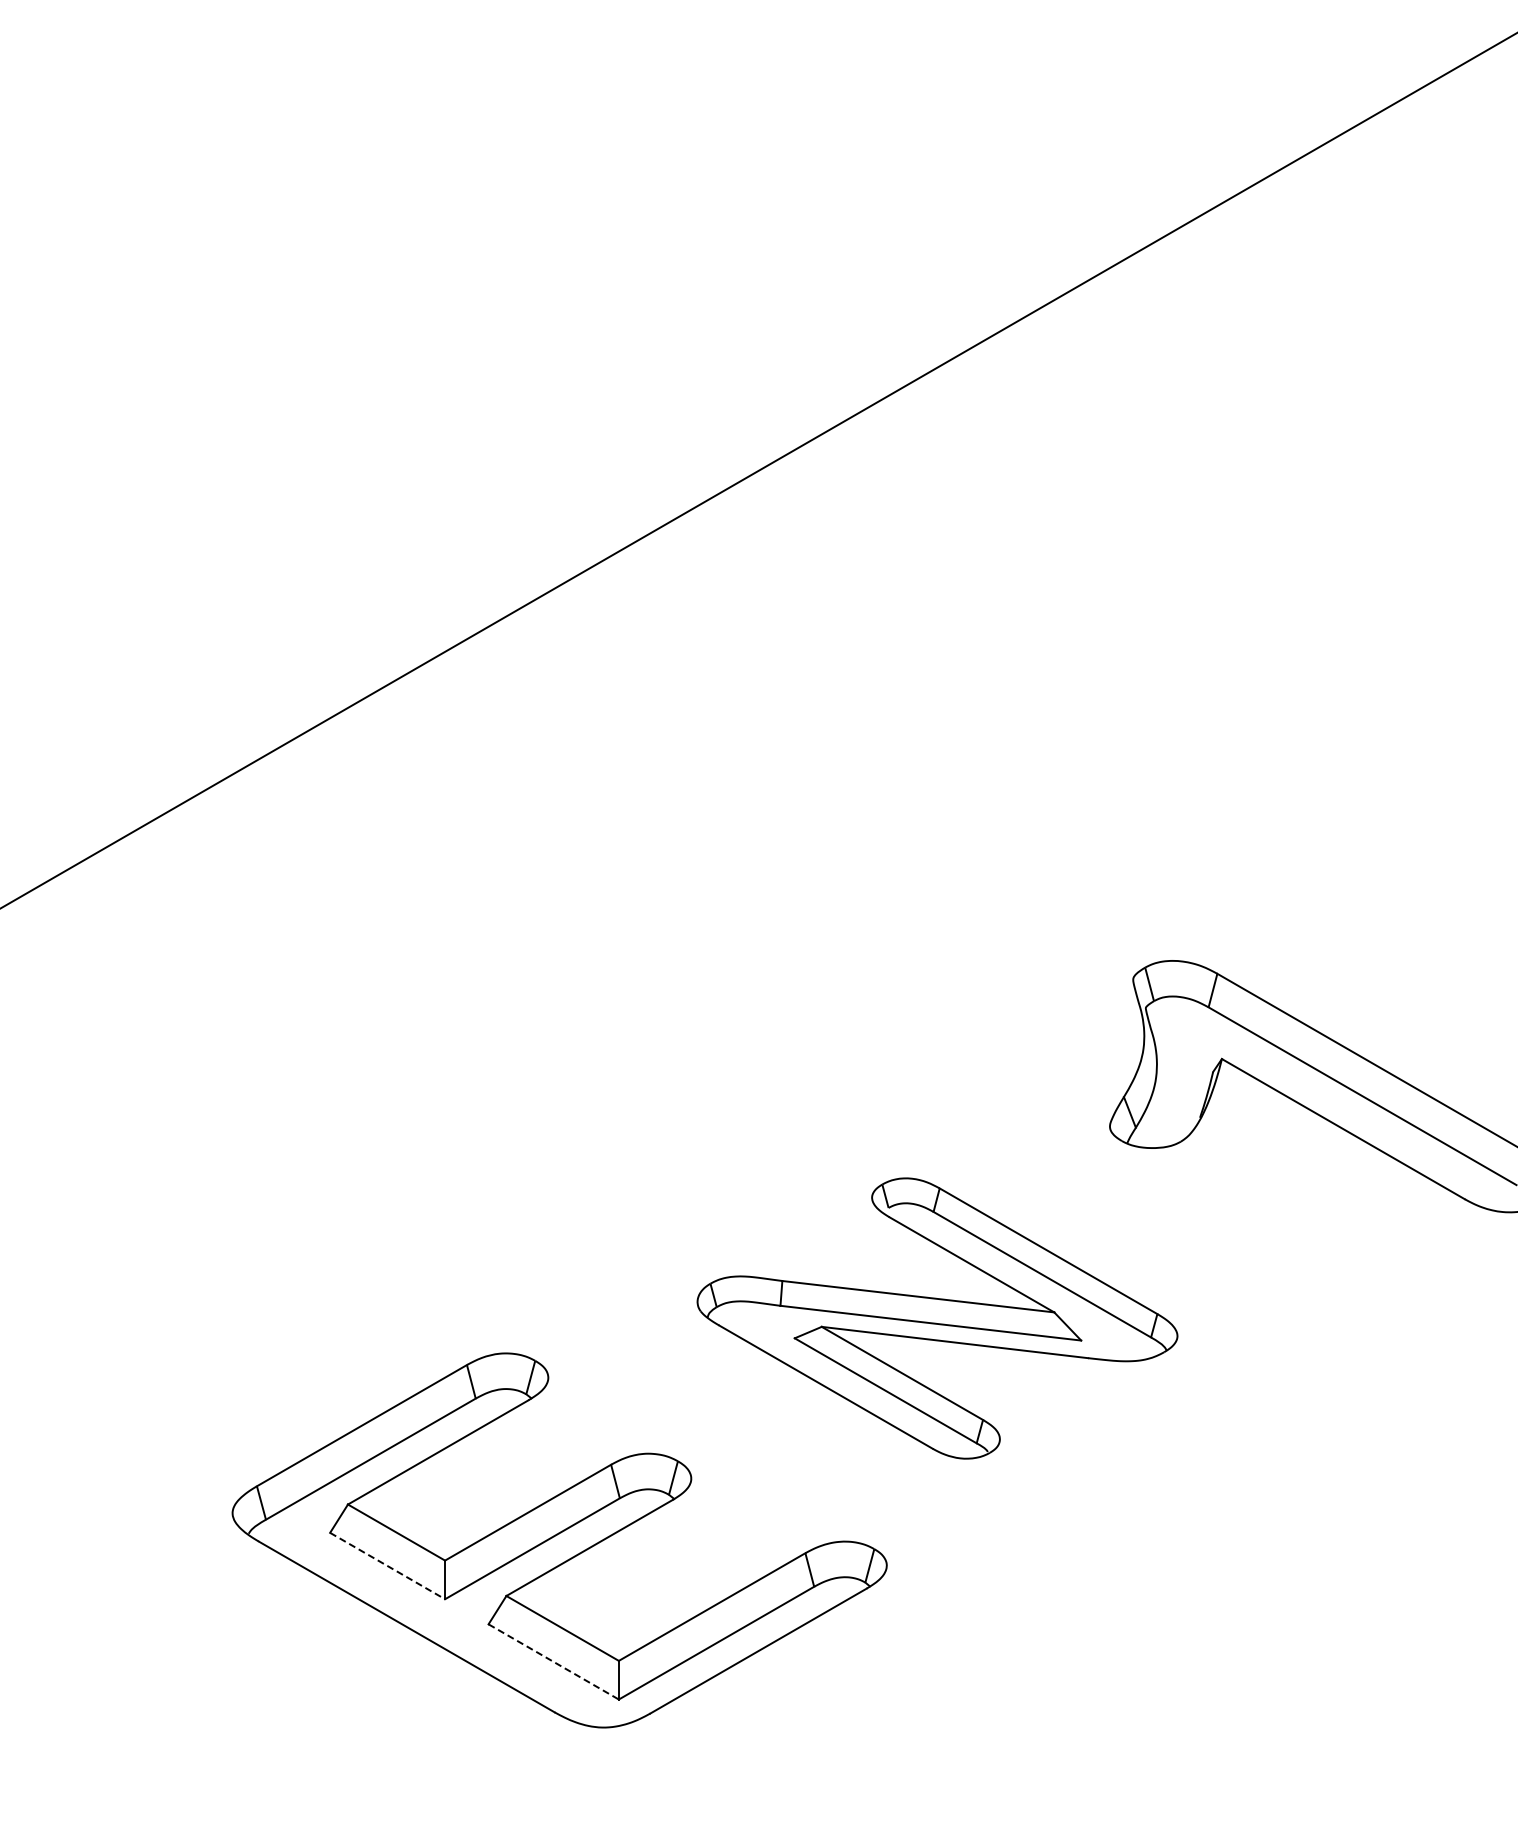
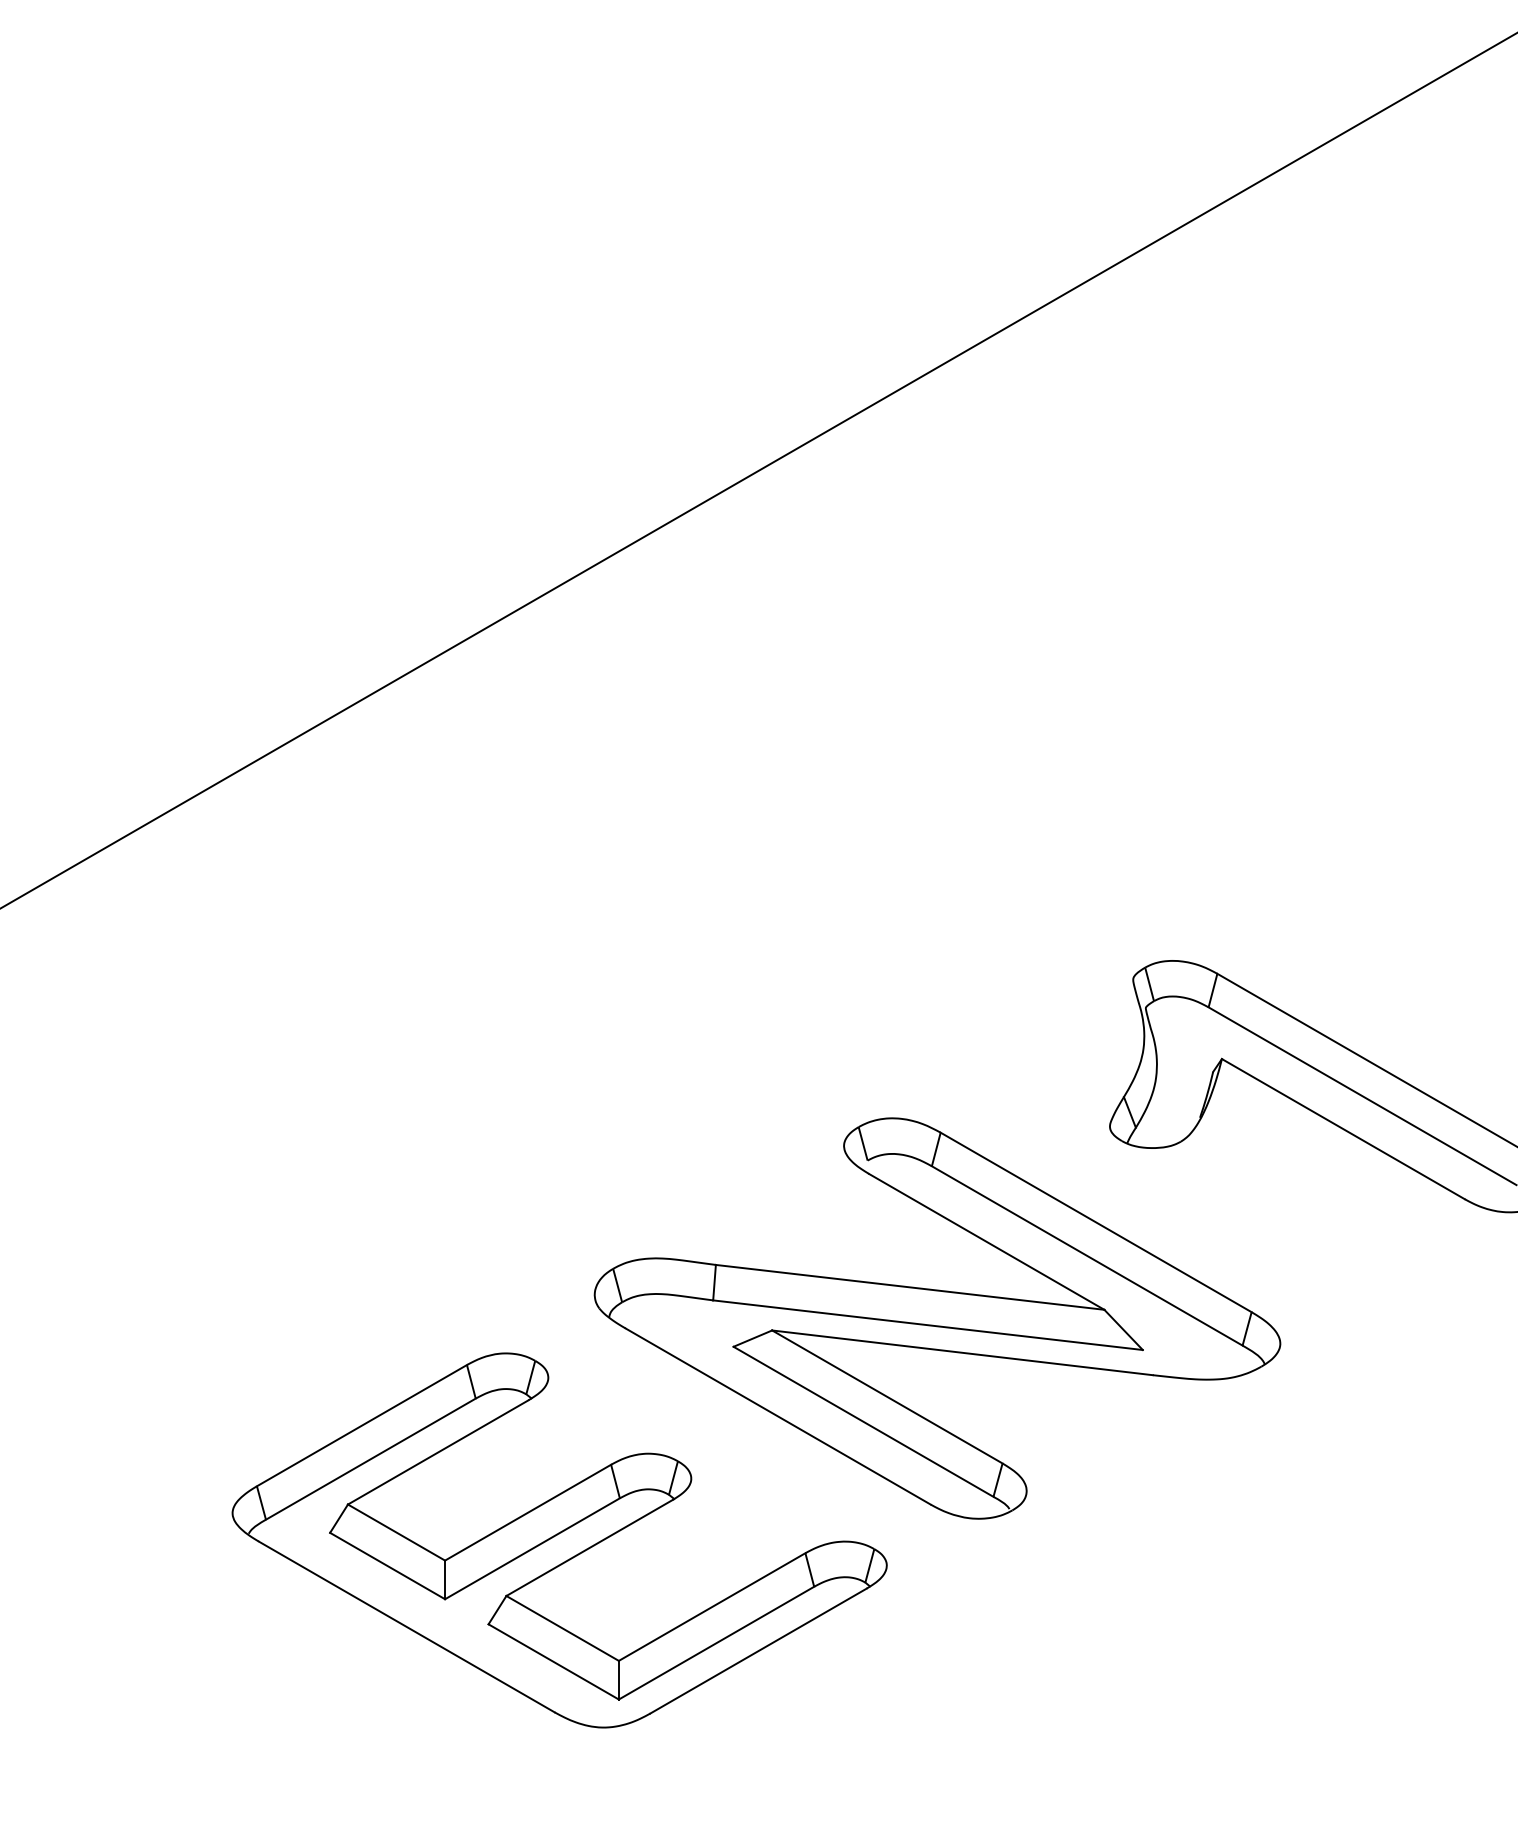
part at (937, 1318) size: 483x283 px -> 689x403 px
line at (388, 1566): dashed -> solid
line at (554, 1662): dashed -> solid
